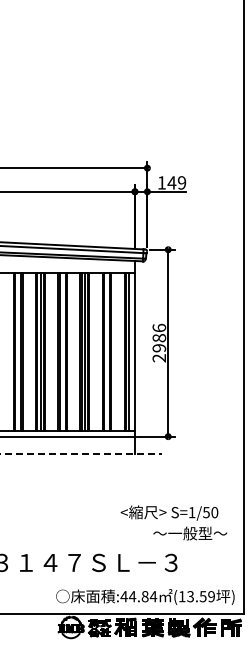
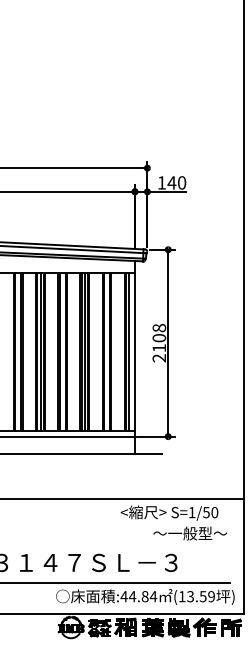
text at (181, 182): 149 -> 140
text at (159, 337): 2986 -> 2108
line at (81, 454): dashed -> solid
line at (122, 498): none -> present
line at (116, 583): none -> present
